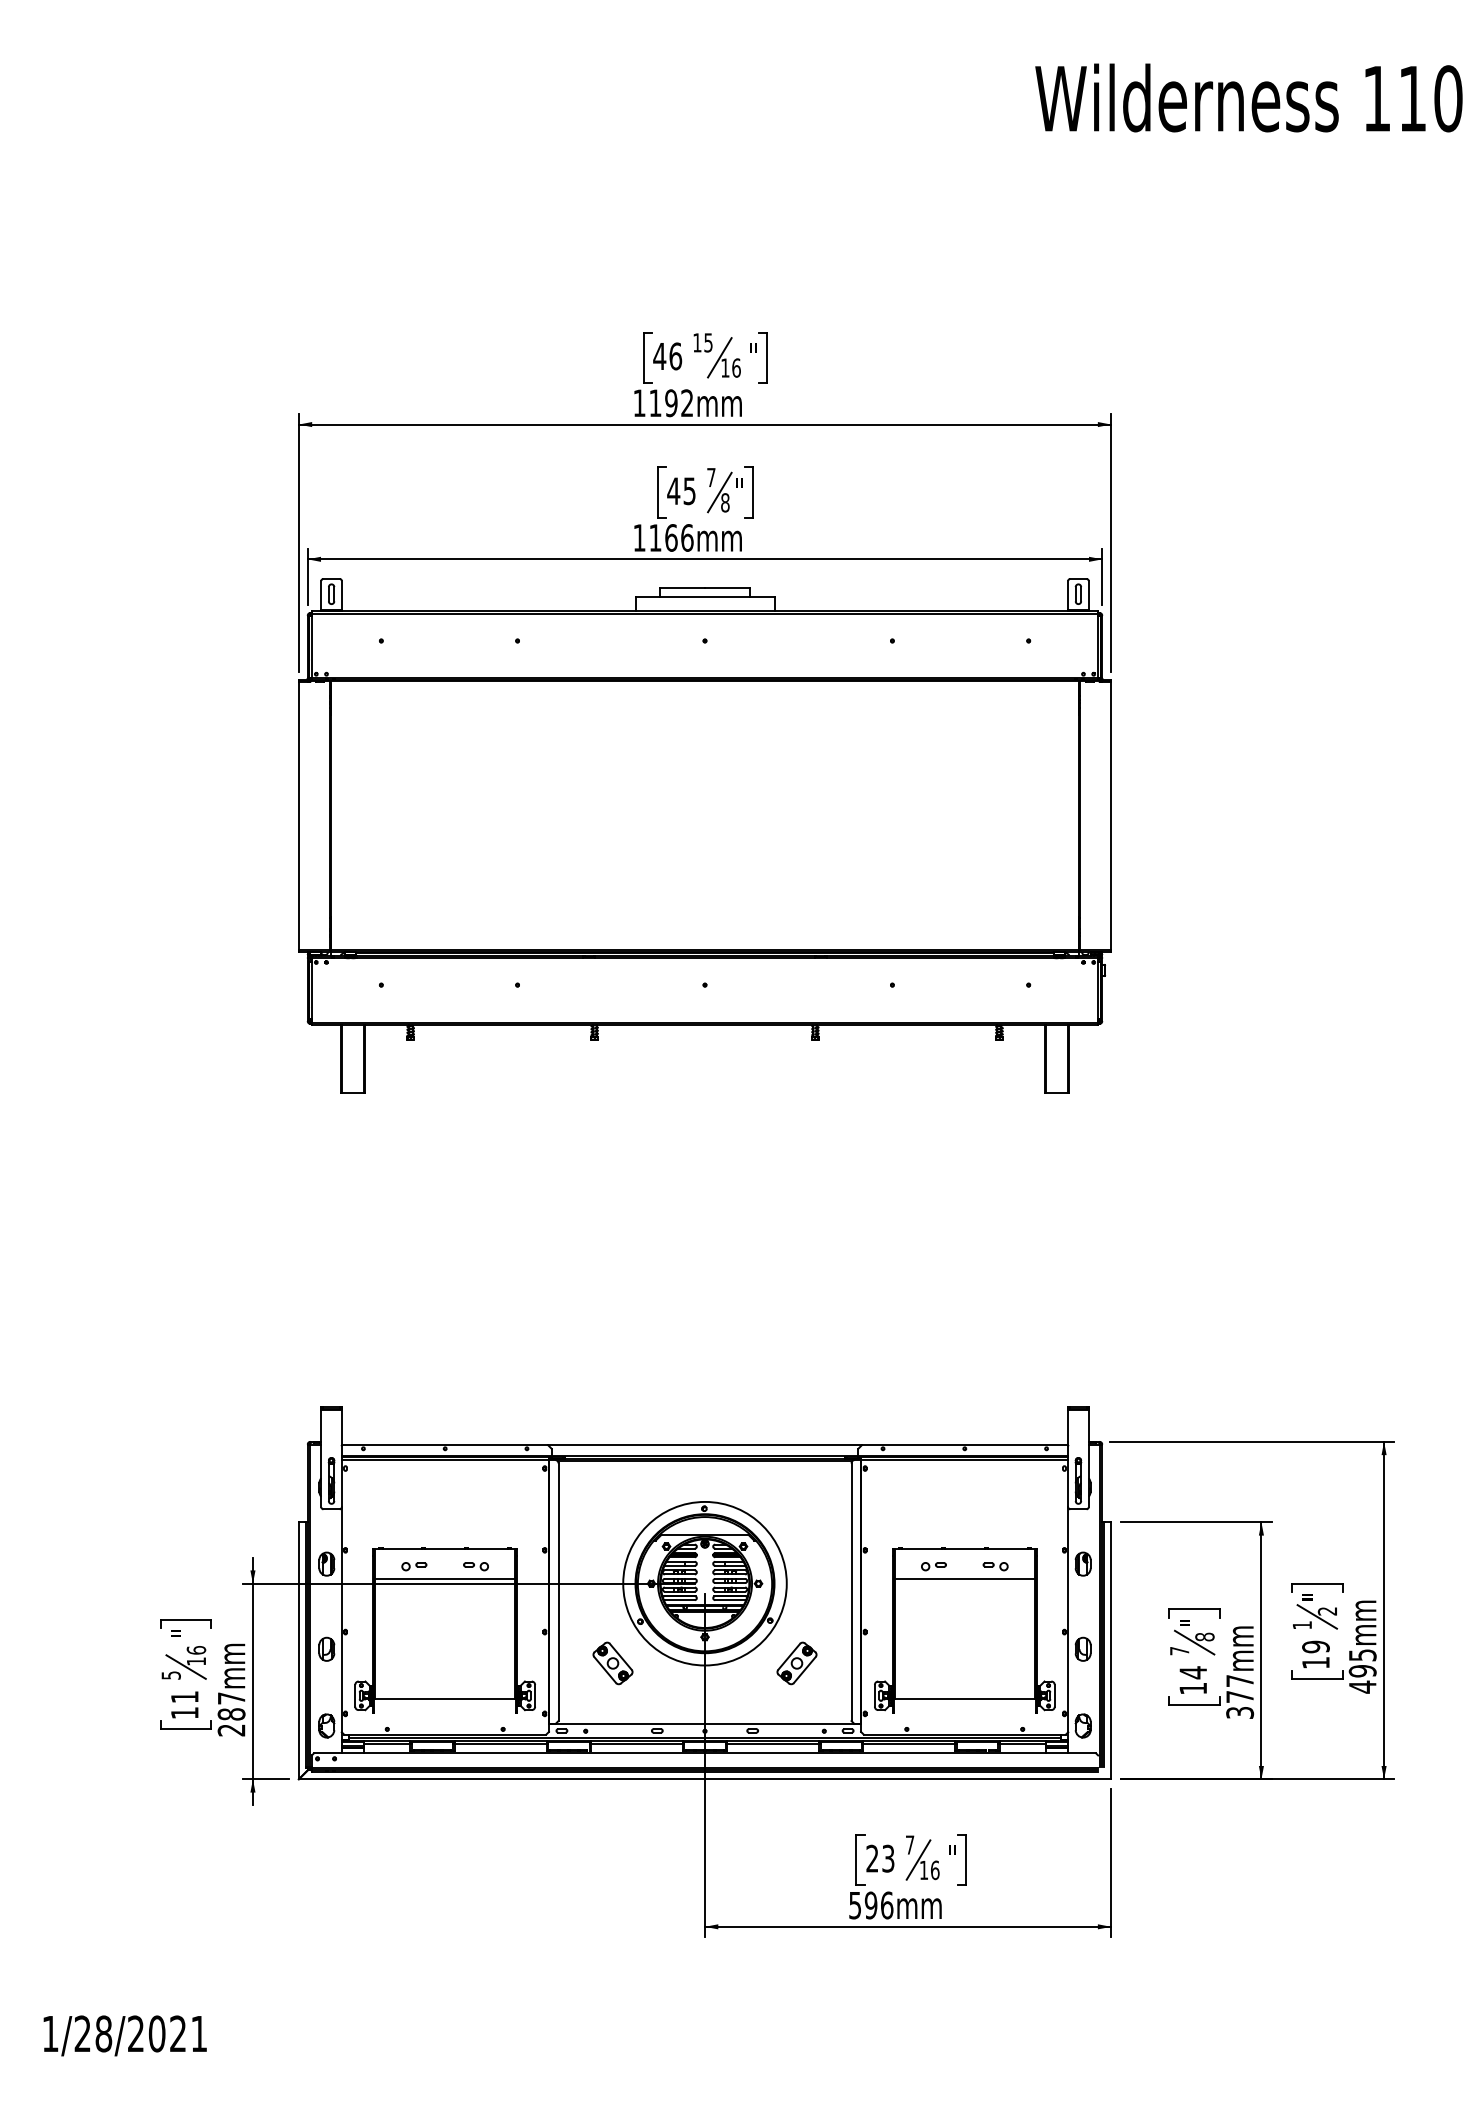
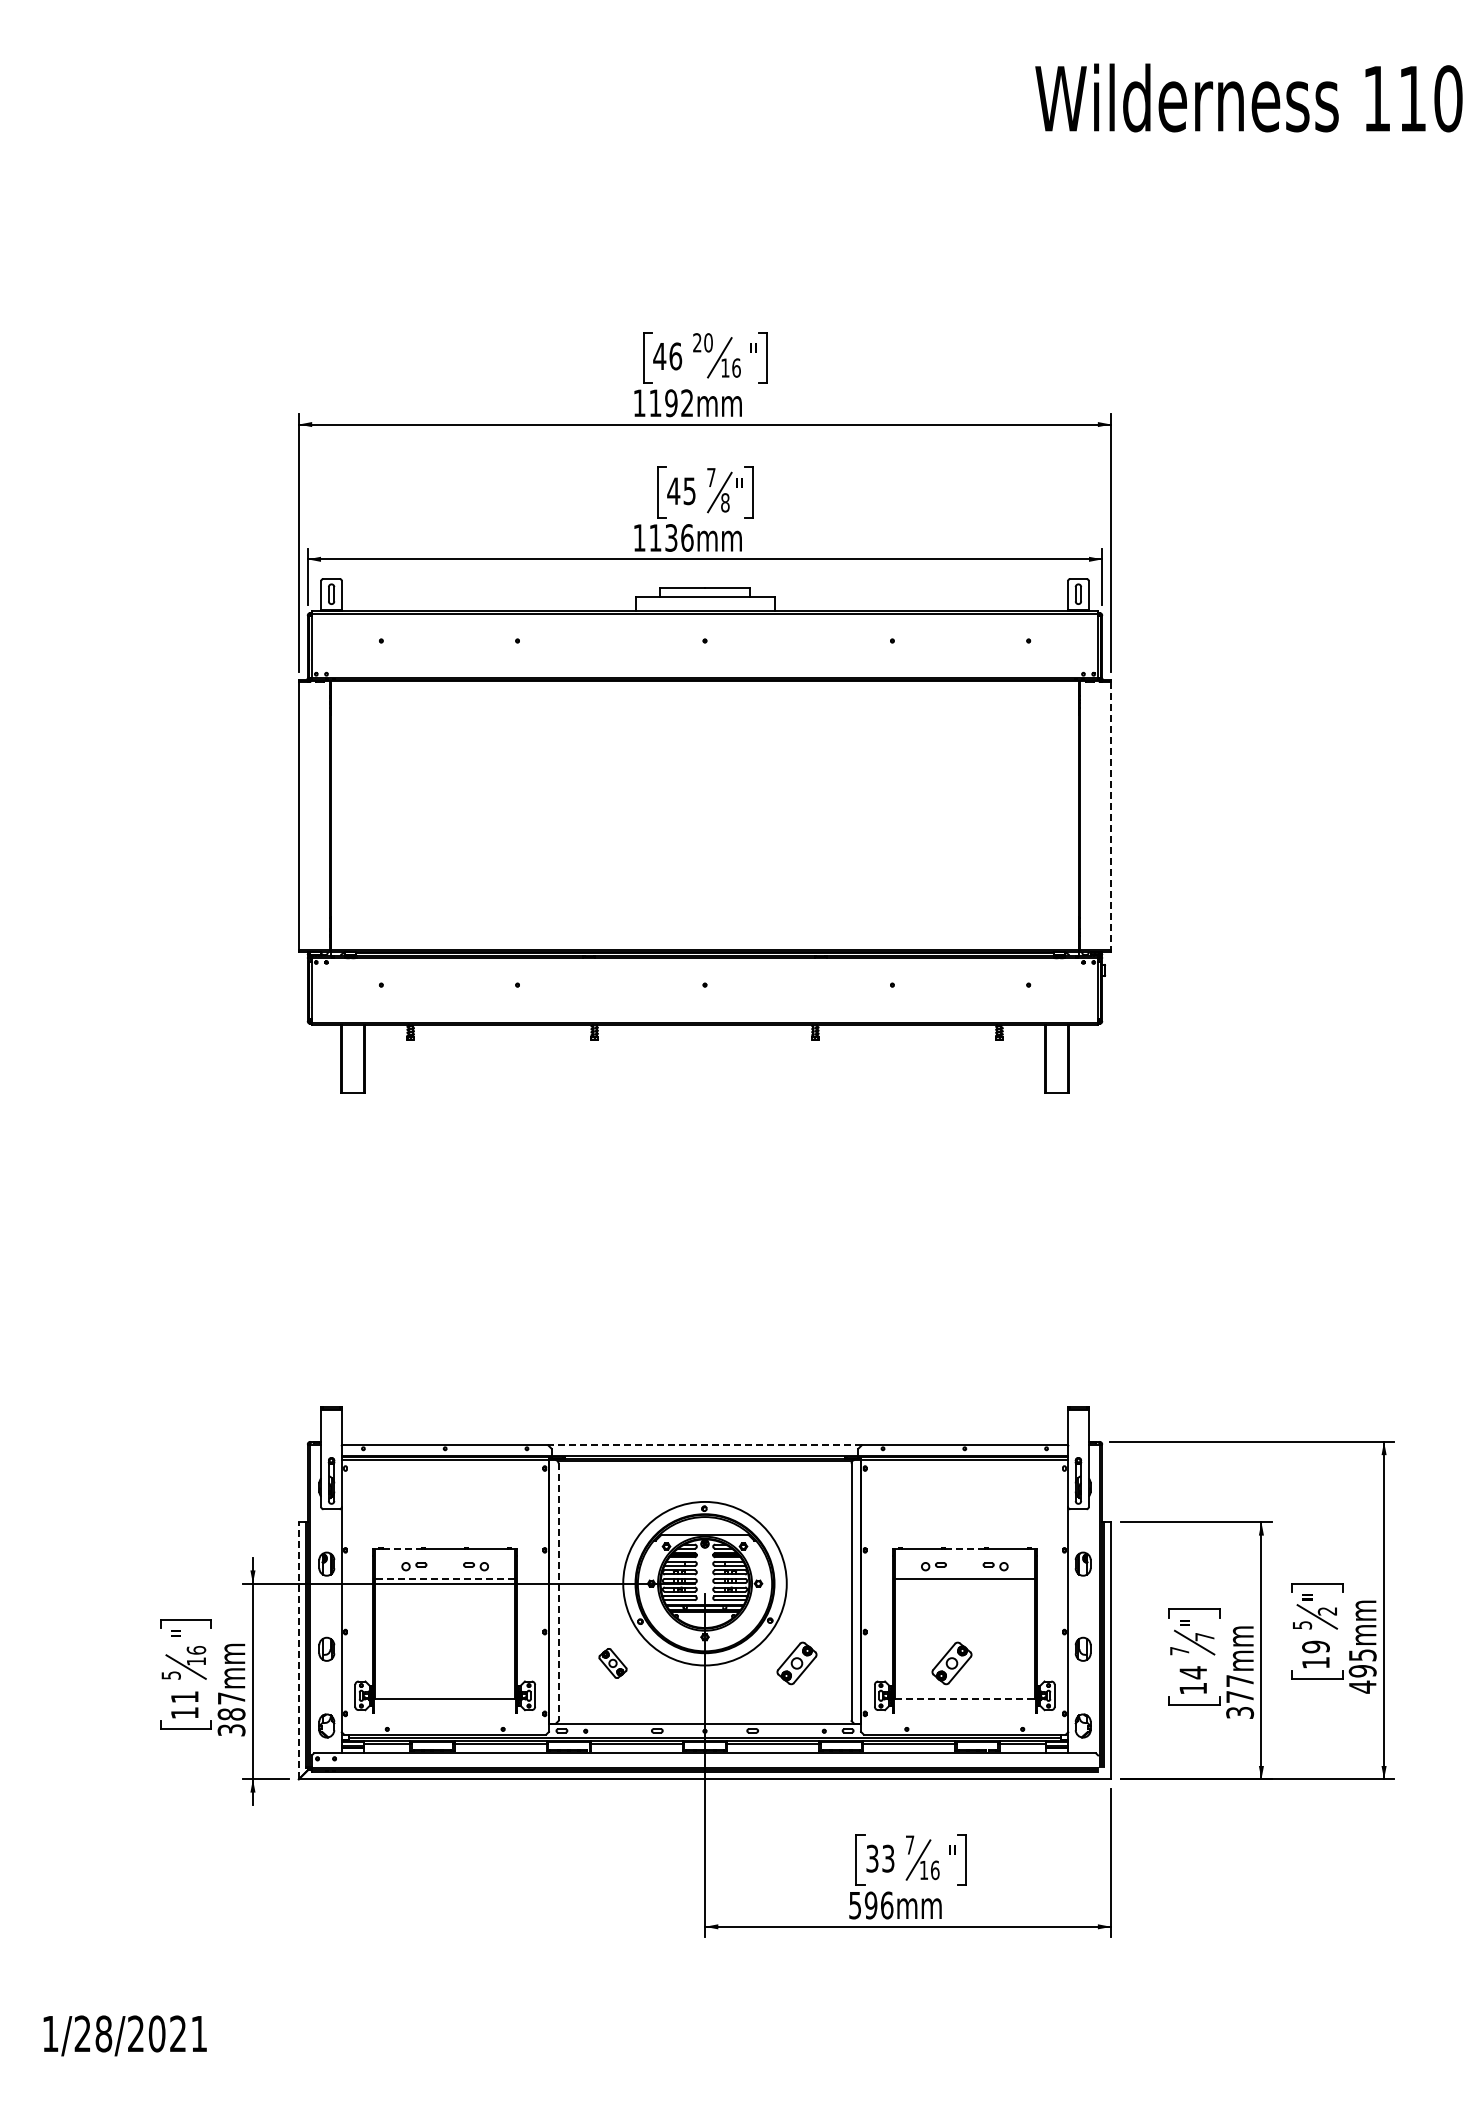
text at (702, 342): 15 -> 20
text at (671, 537): 1166mm -> 1136mm
line at (1111, 815): solid -> dashed
line at (705, 1445): solid -> dashed
line at (402, 1549): solid -> dashed
line at (964, 1549): solid -> dashed
line at (444, 1578): solid -> dashed
line at (558, 1592): solid -> dashed
text at (1302, 1625): 1 -> 5
text at (1204, 1636): 8 -> 7
line at (298, 1650): solid -> dashed
part at (612, 1663) size: 42x45 px -> 30x31 px
part at (951, 1663): none -> present
line at (965, 1699): solid -> dashed
text at (231, 1730): 287mm -> 387mm
text at (872, 1858): 23 -> 33
